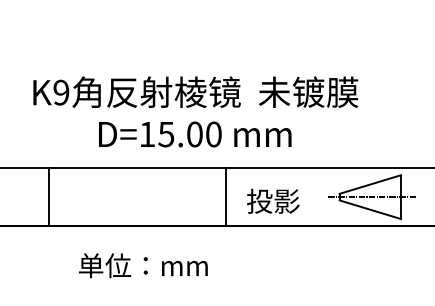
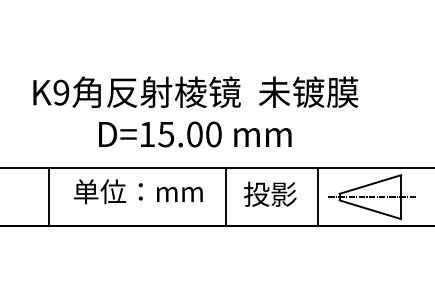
line at (317, 196): none -> present
text at (273, 200) position: (273, 200) -> (270, 193)
text at (142, 265) position: (142, 265) -> (137, 191)
